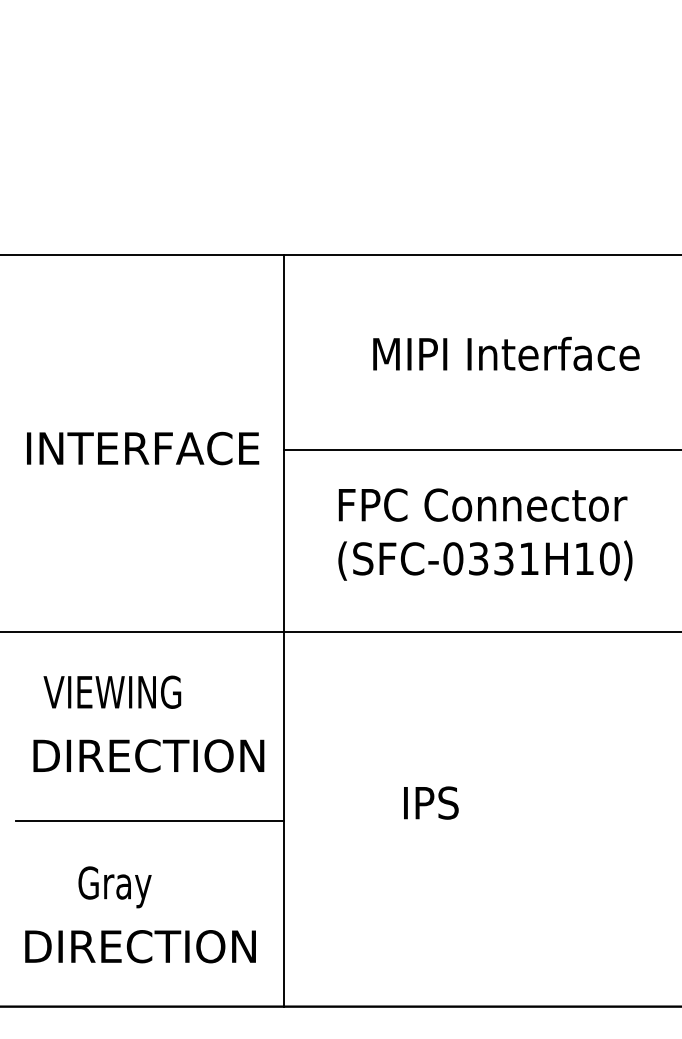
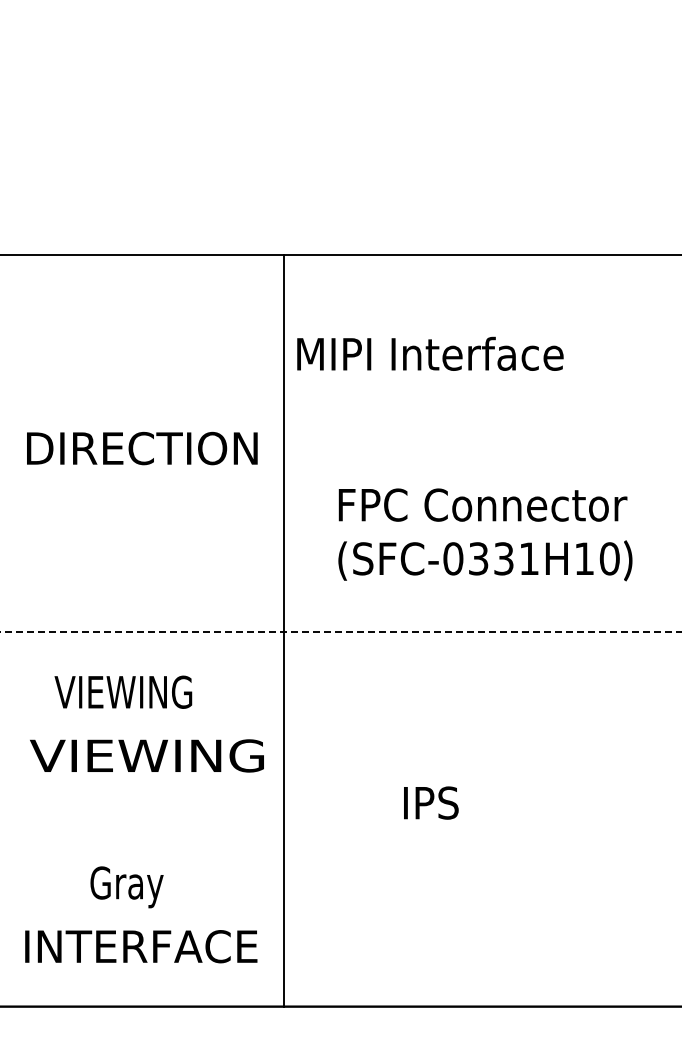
text at (506, 353) position: (506, 353) -> (430, 353)
text at (145, 448): INTERFACE -> DIRECTION
line at (481, 449): present -> none
line at (341, 631): solid -> dashed
text at (112, 691) position: (112, 691) -> (123, 691)
text at (147, 755): DIRECTION -> VIEWING
line at (149, 821): present -> none
text at (114, 887) position: (114, 887) -> (126, 887)
text at (143, 946): DIRECTION -> INTERFACE
